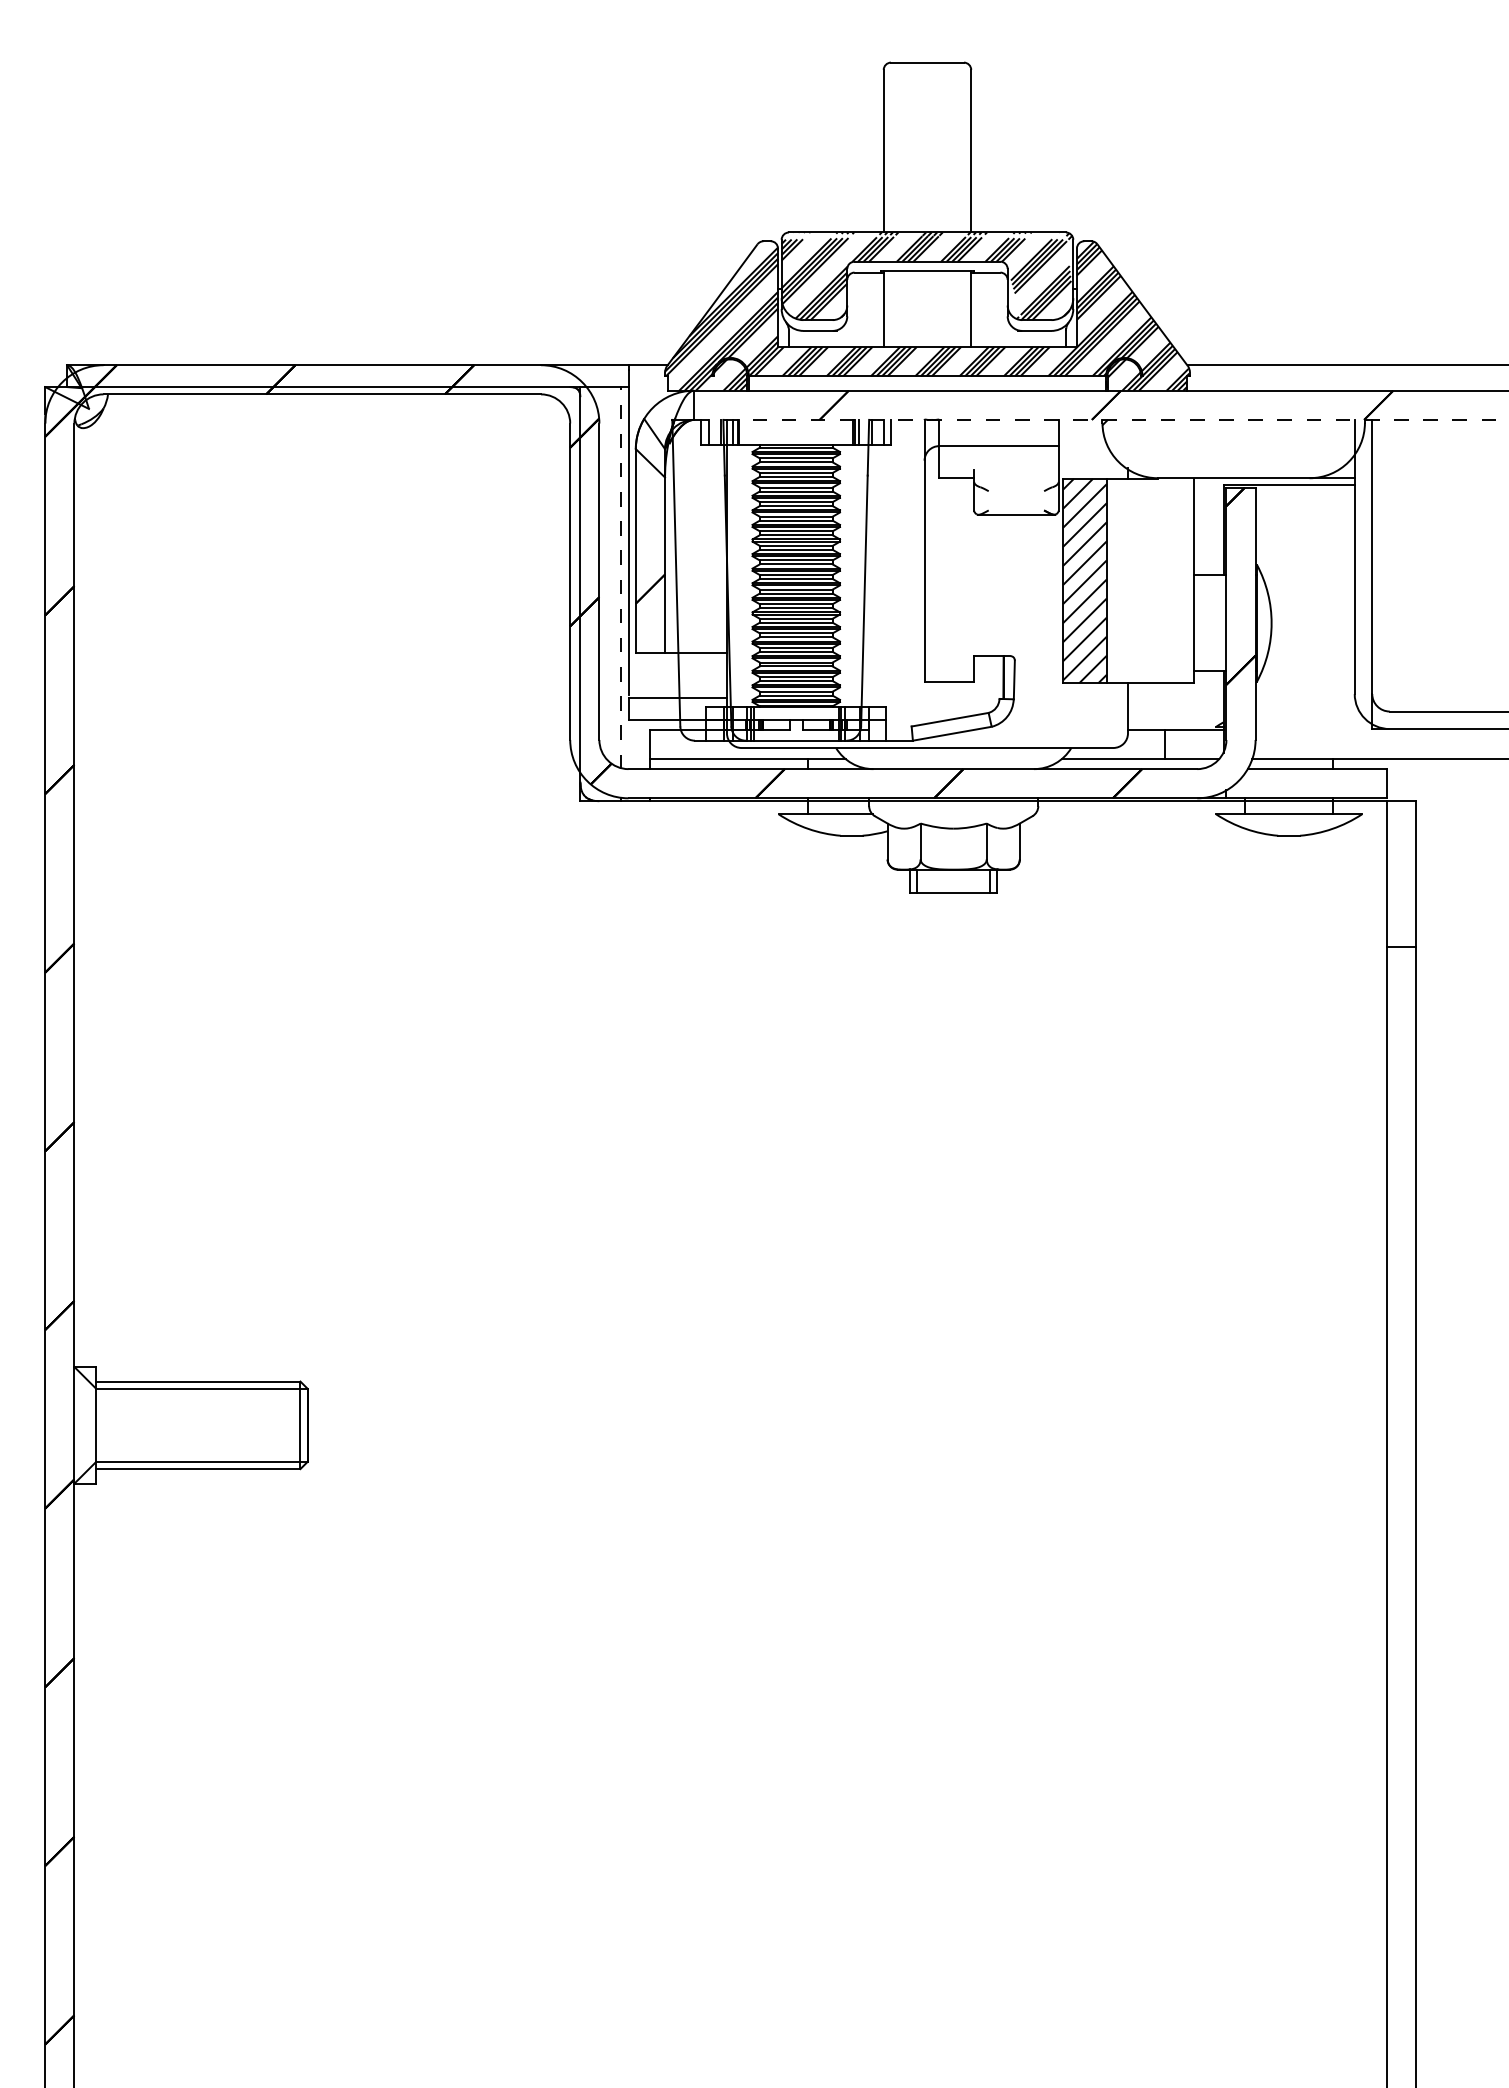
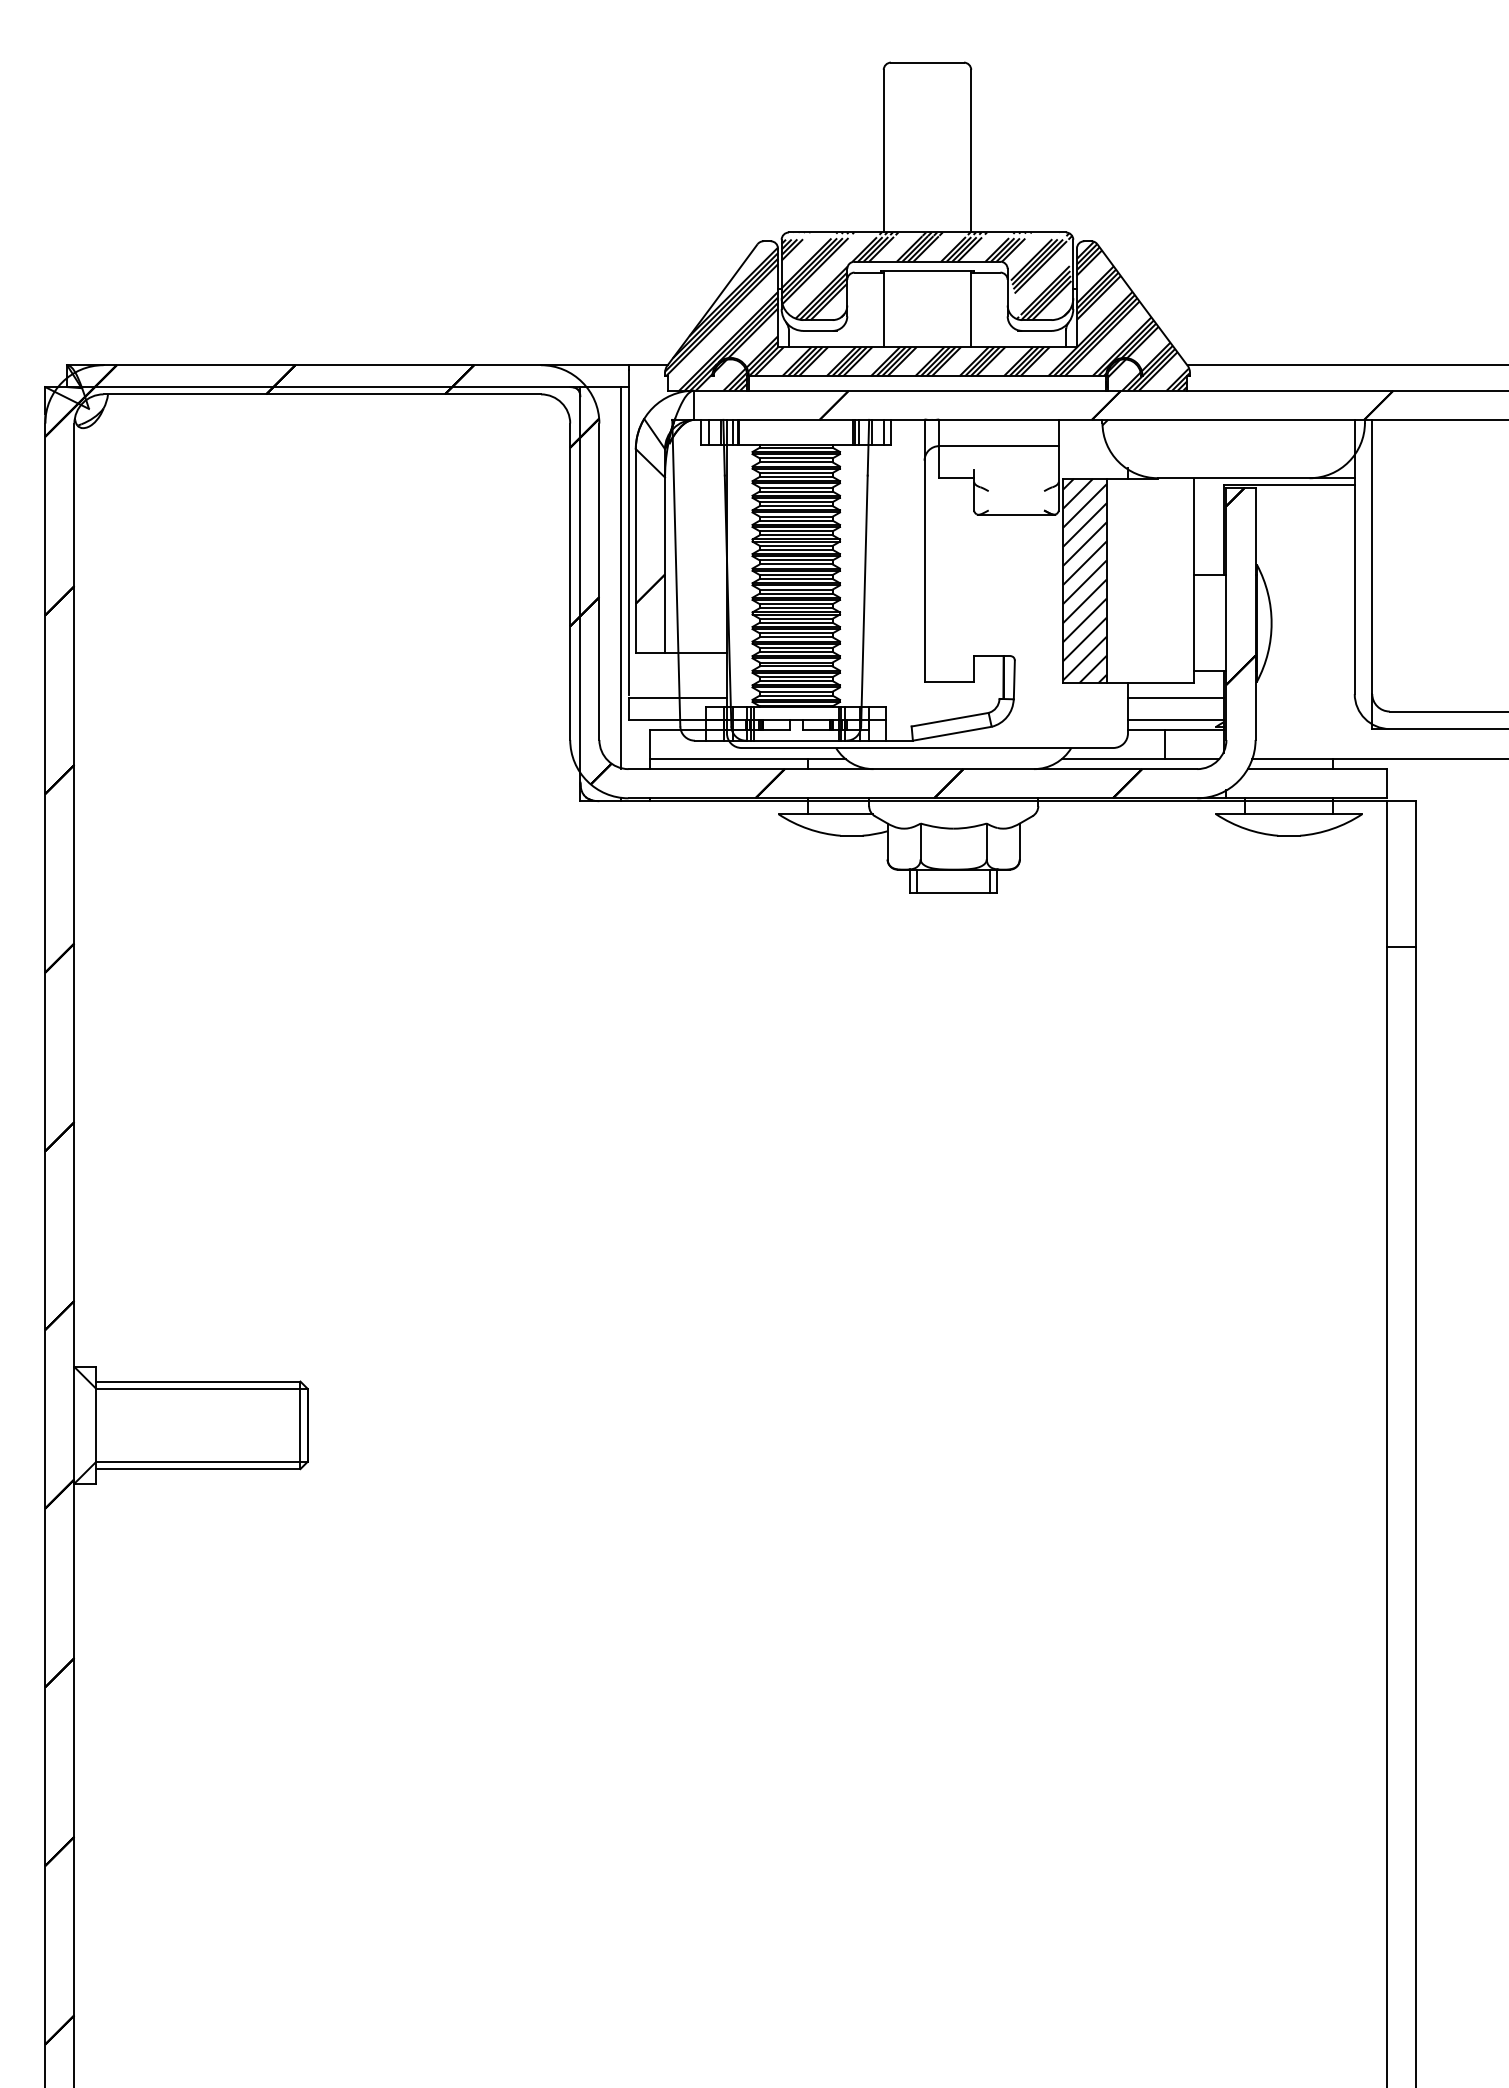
line at (1101, 419): dashed -> solid
line at (621, 577): dashed -> solid
line at (1175, 697): none -> present
line at (1175, 719): none -> present
